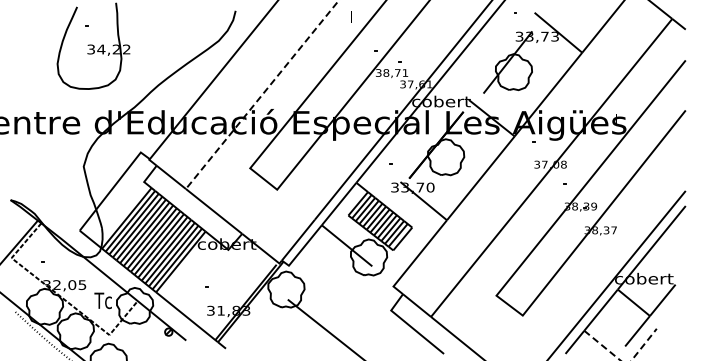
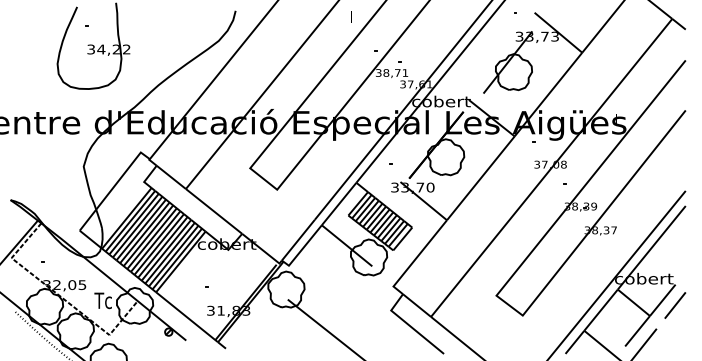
line at (262, 94): dashed -> solid
line at (675, 305): none -> present
line at (618, 359): dashed -> solid
